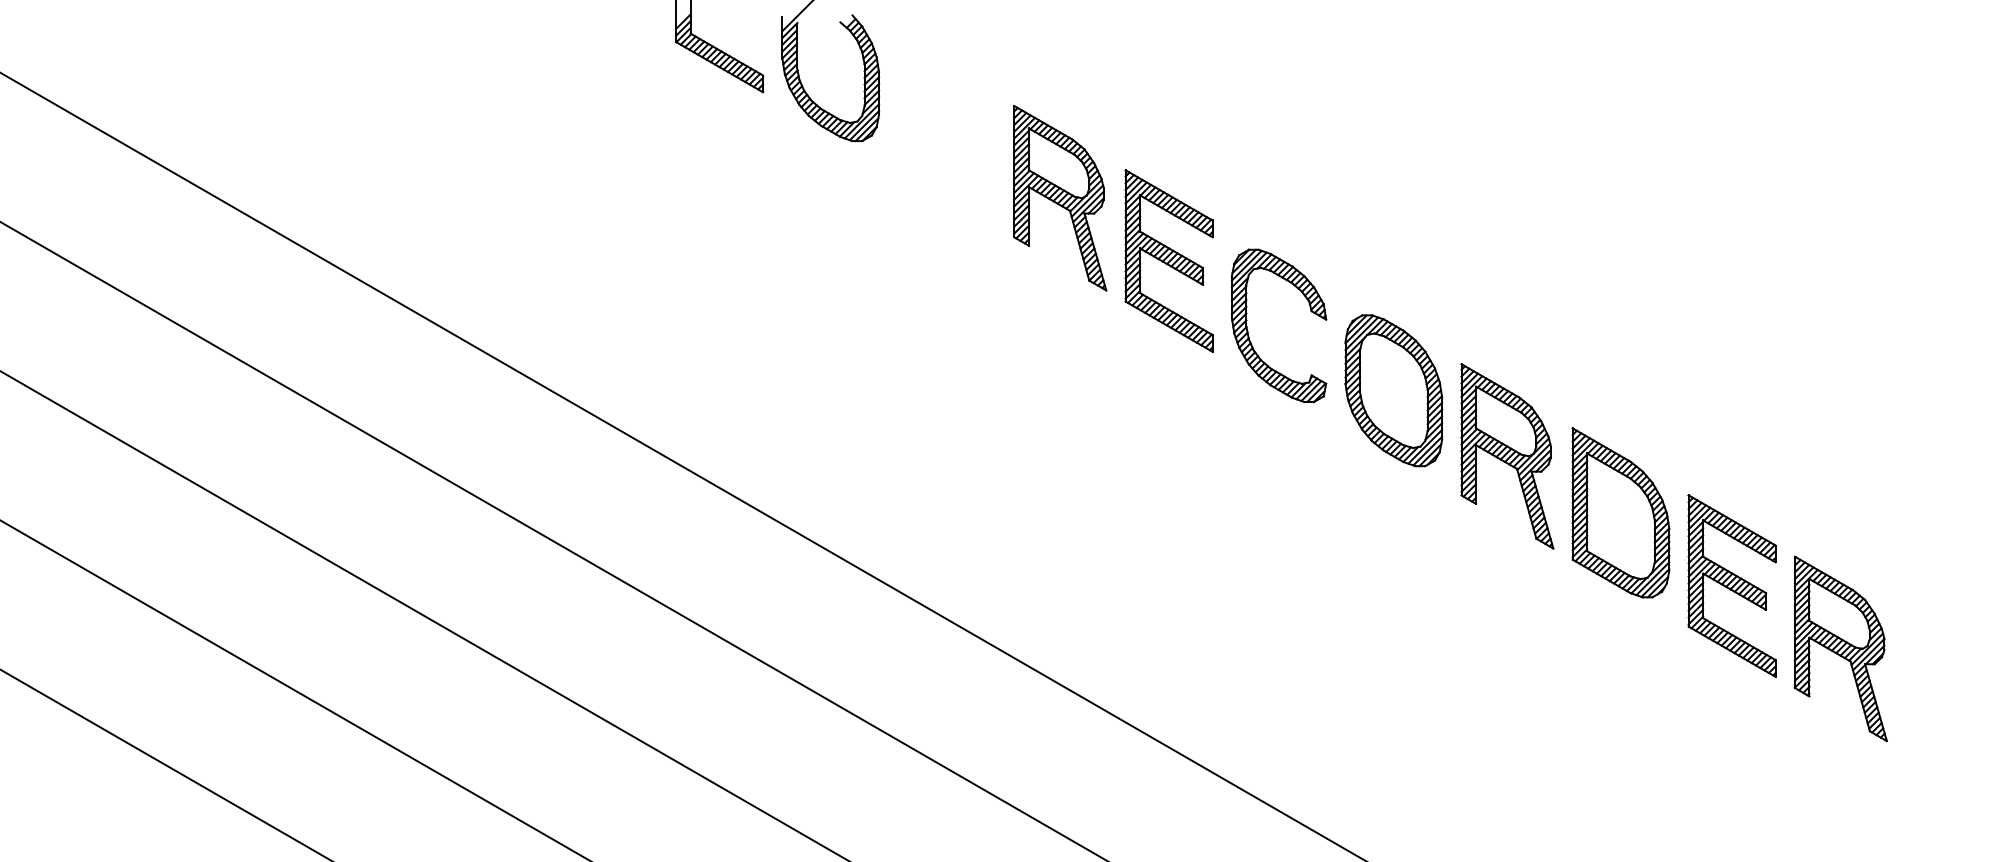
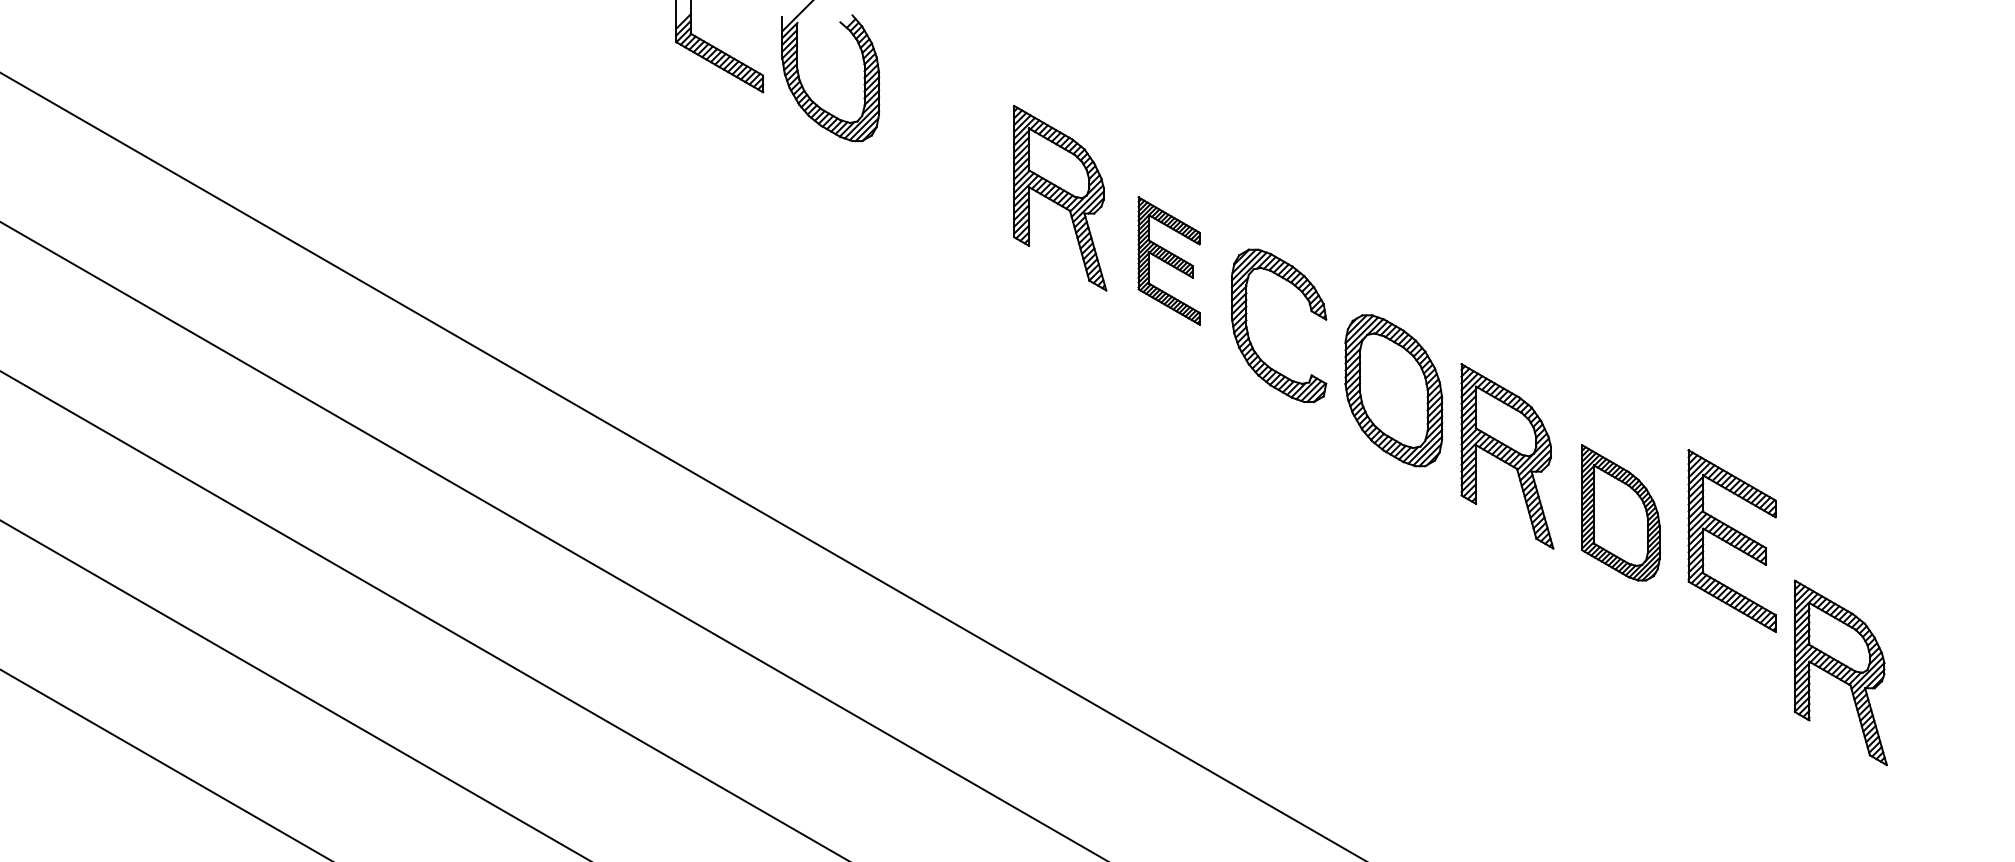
part at (1168, 260) size: 90x184 px -> 64x130 px
part at (1620, 512) size: 100x172 px -> 80x138 px
part at (1731, 585) position: (1731, 585) -> (1731, 540)
part at (1840, 648) position: (1840, 648) -> (1840, 672)
